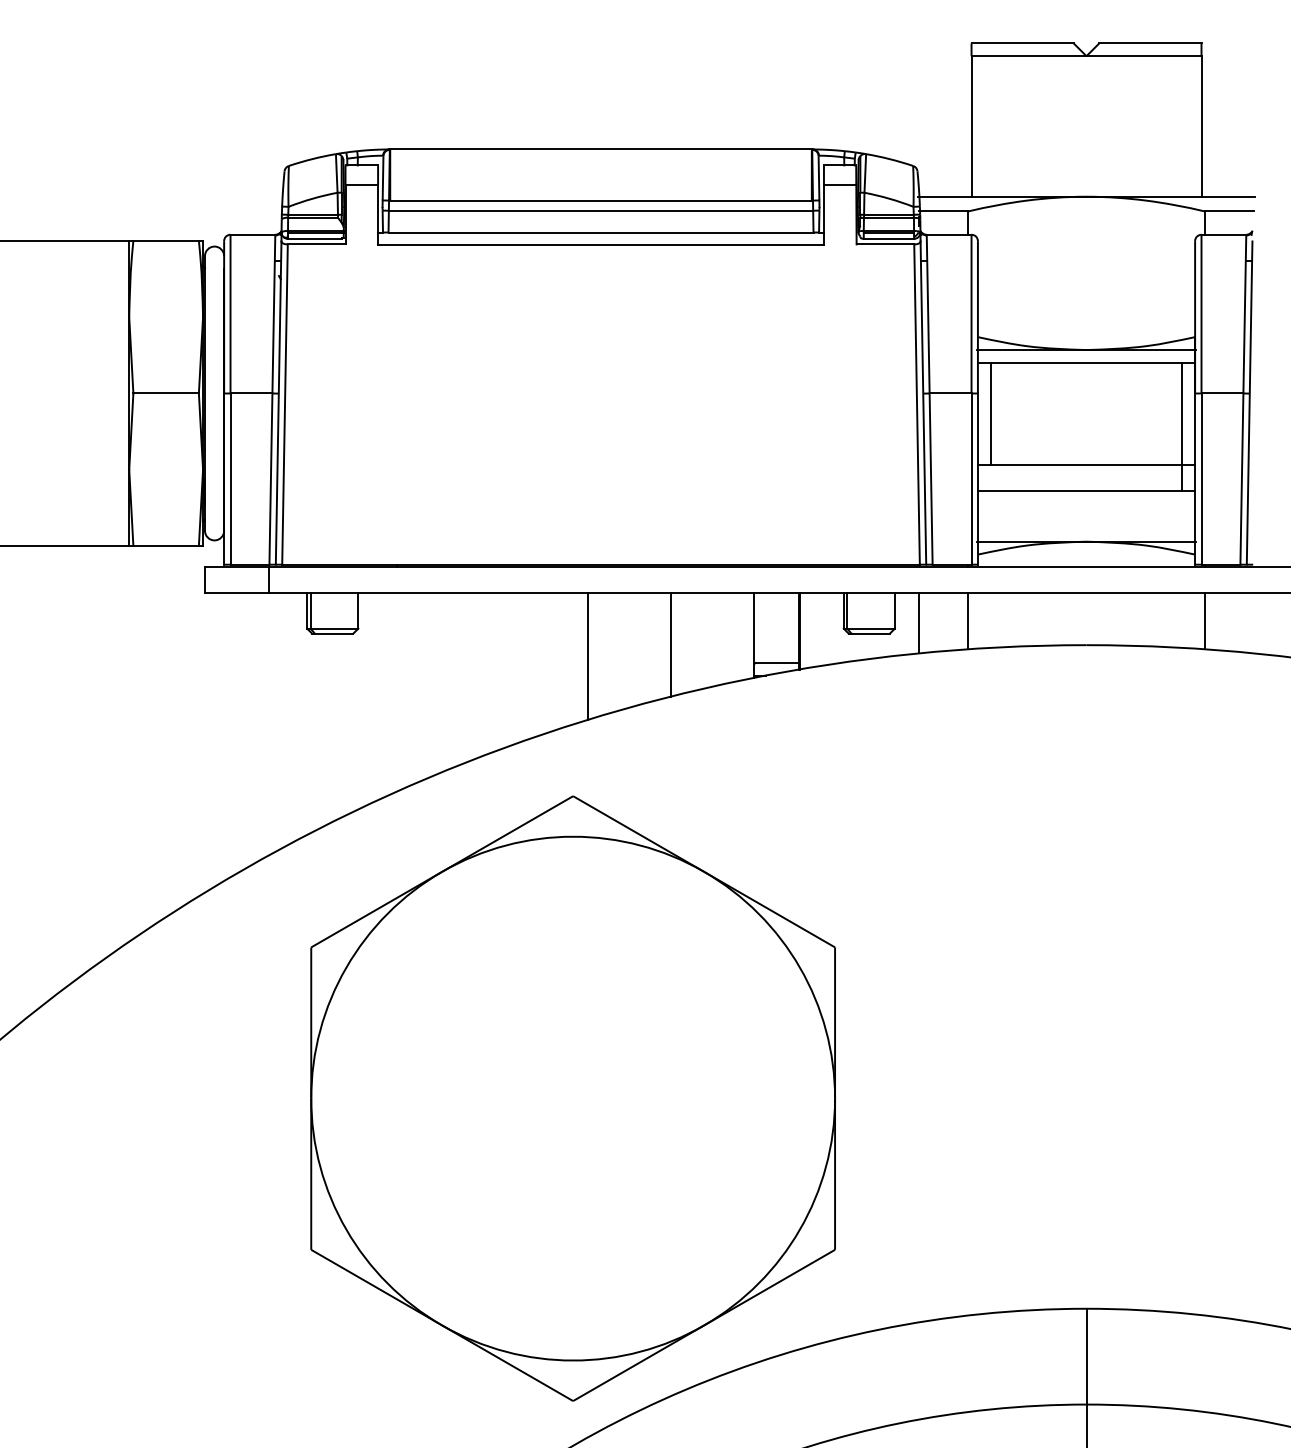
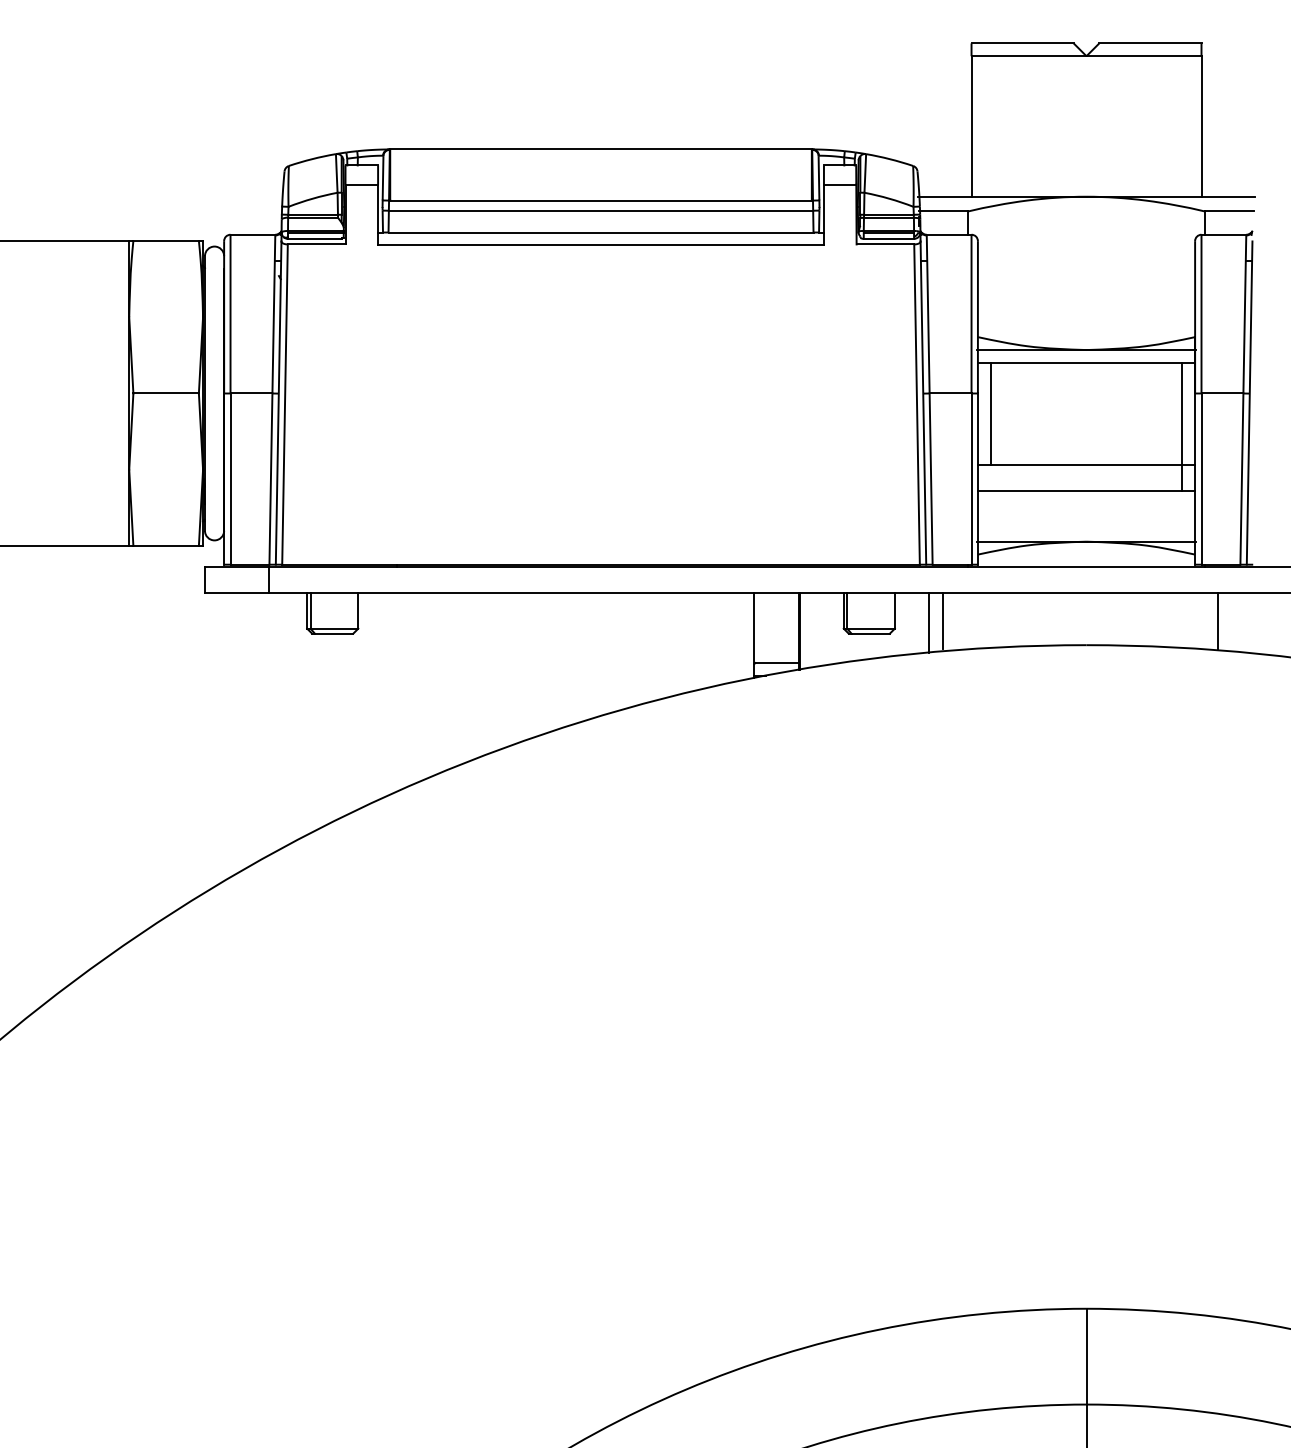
line at (968, 620) position: (968, 620) -> (943, 620)
line at (1204, 620) position: (1204, 620) -> (1217, 620)
line at (918, 622) position: (918, 622) -> (928, 622)
line at (671, 644): present -> none
line at (588, 656): present -> none
part at (572, 1098): present -> none
